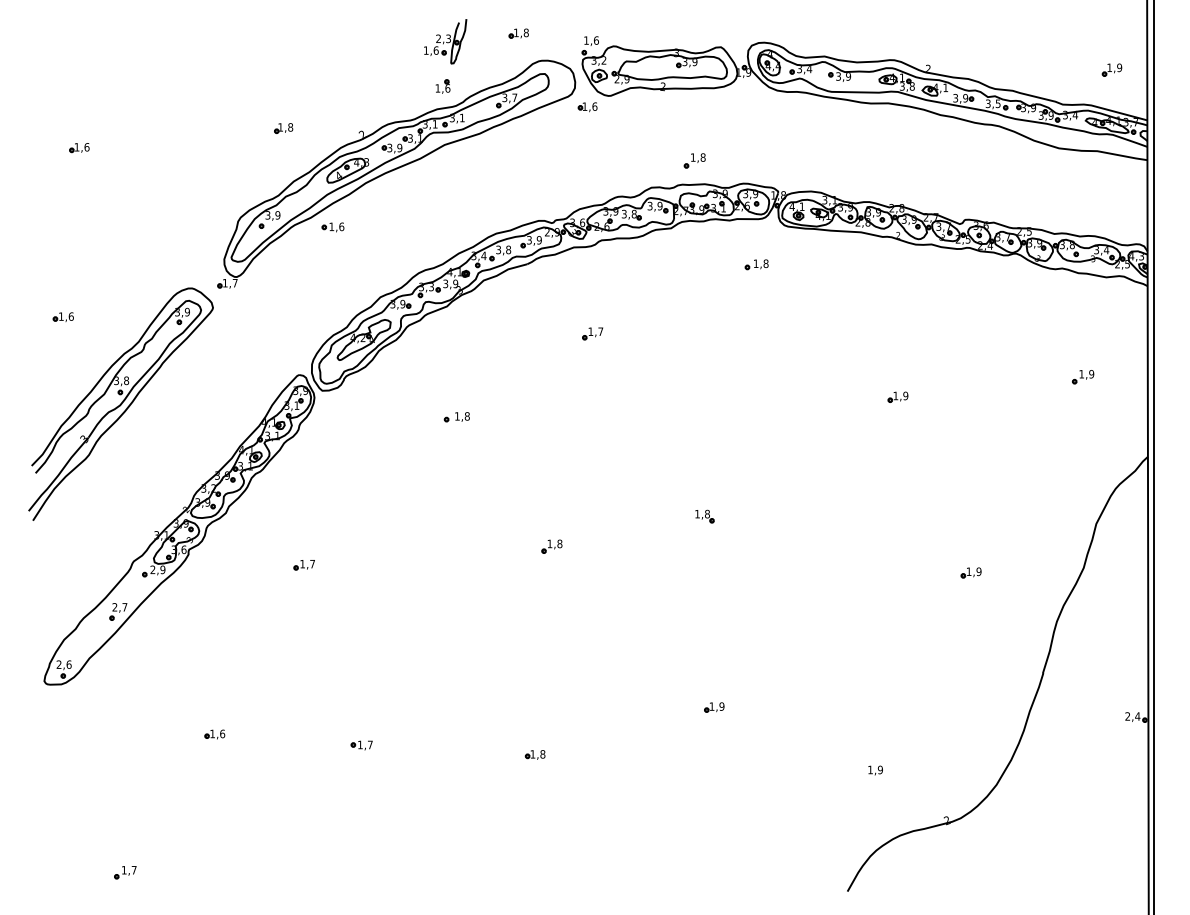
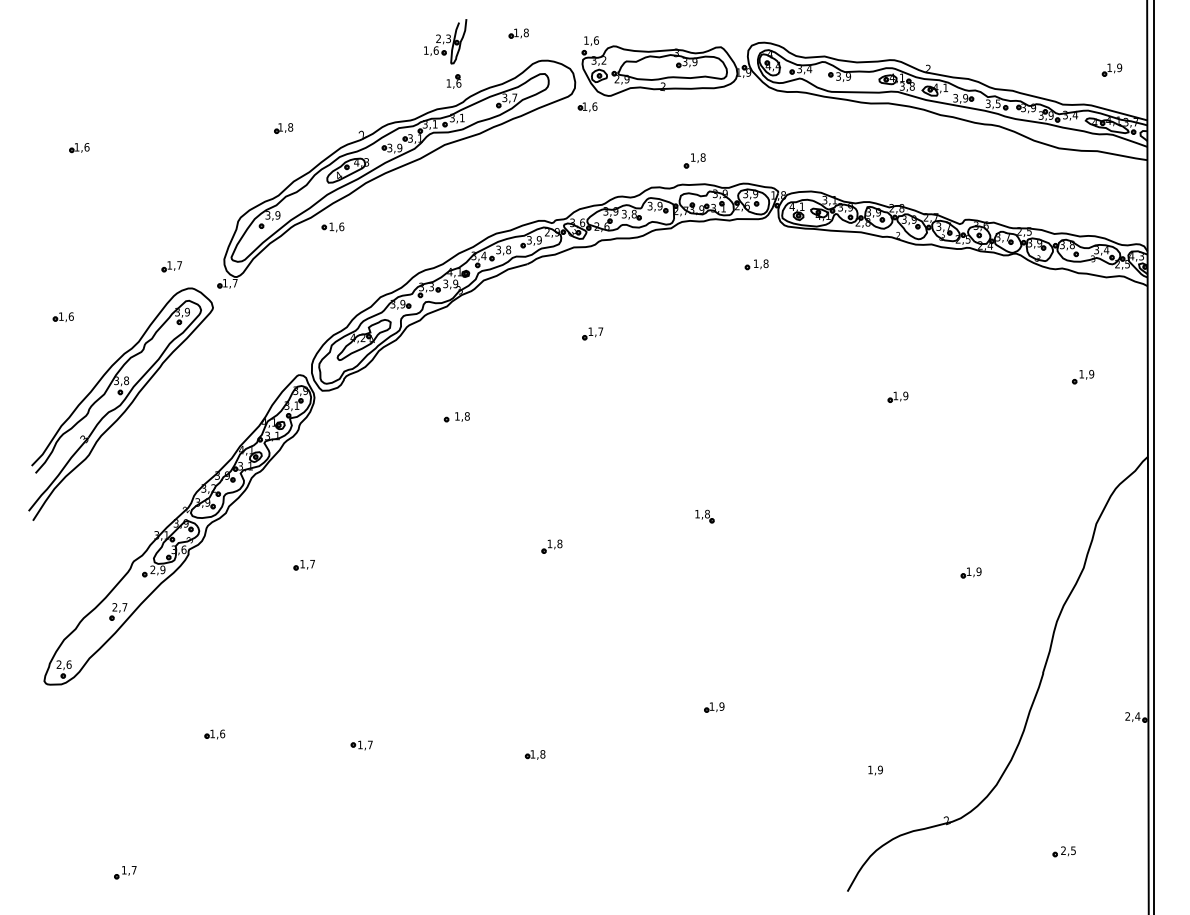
part at (442, 86) position: (442, 86) -> (453, 81)
part at (171, 266): none -> present
part at (1063, 851): none -> present
